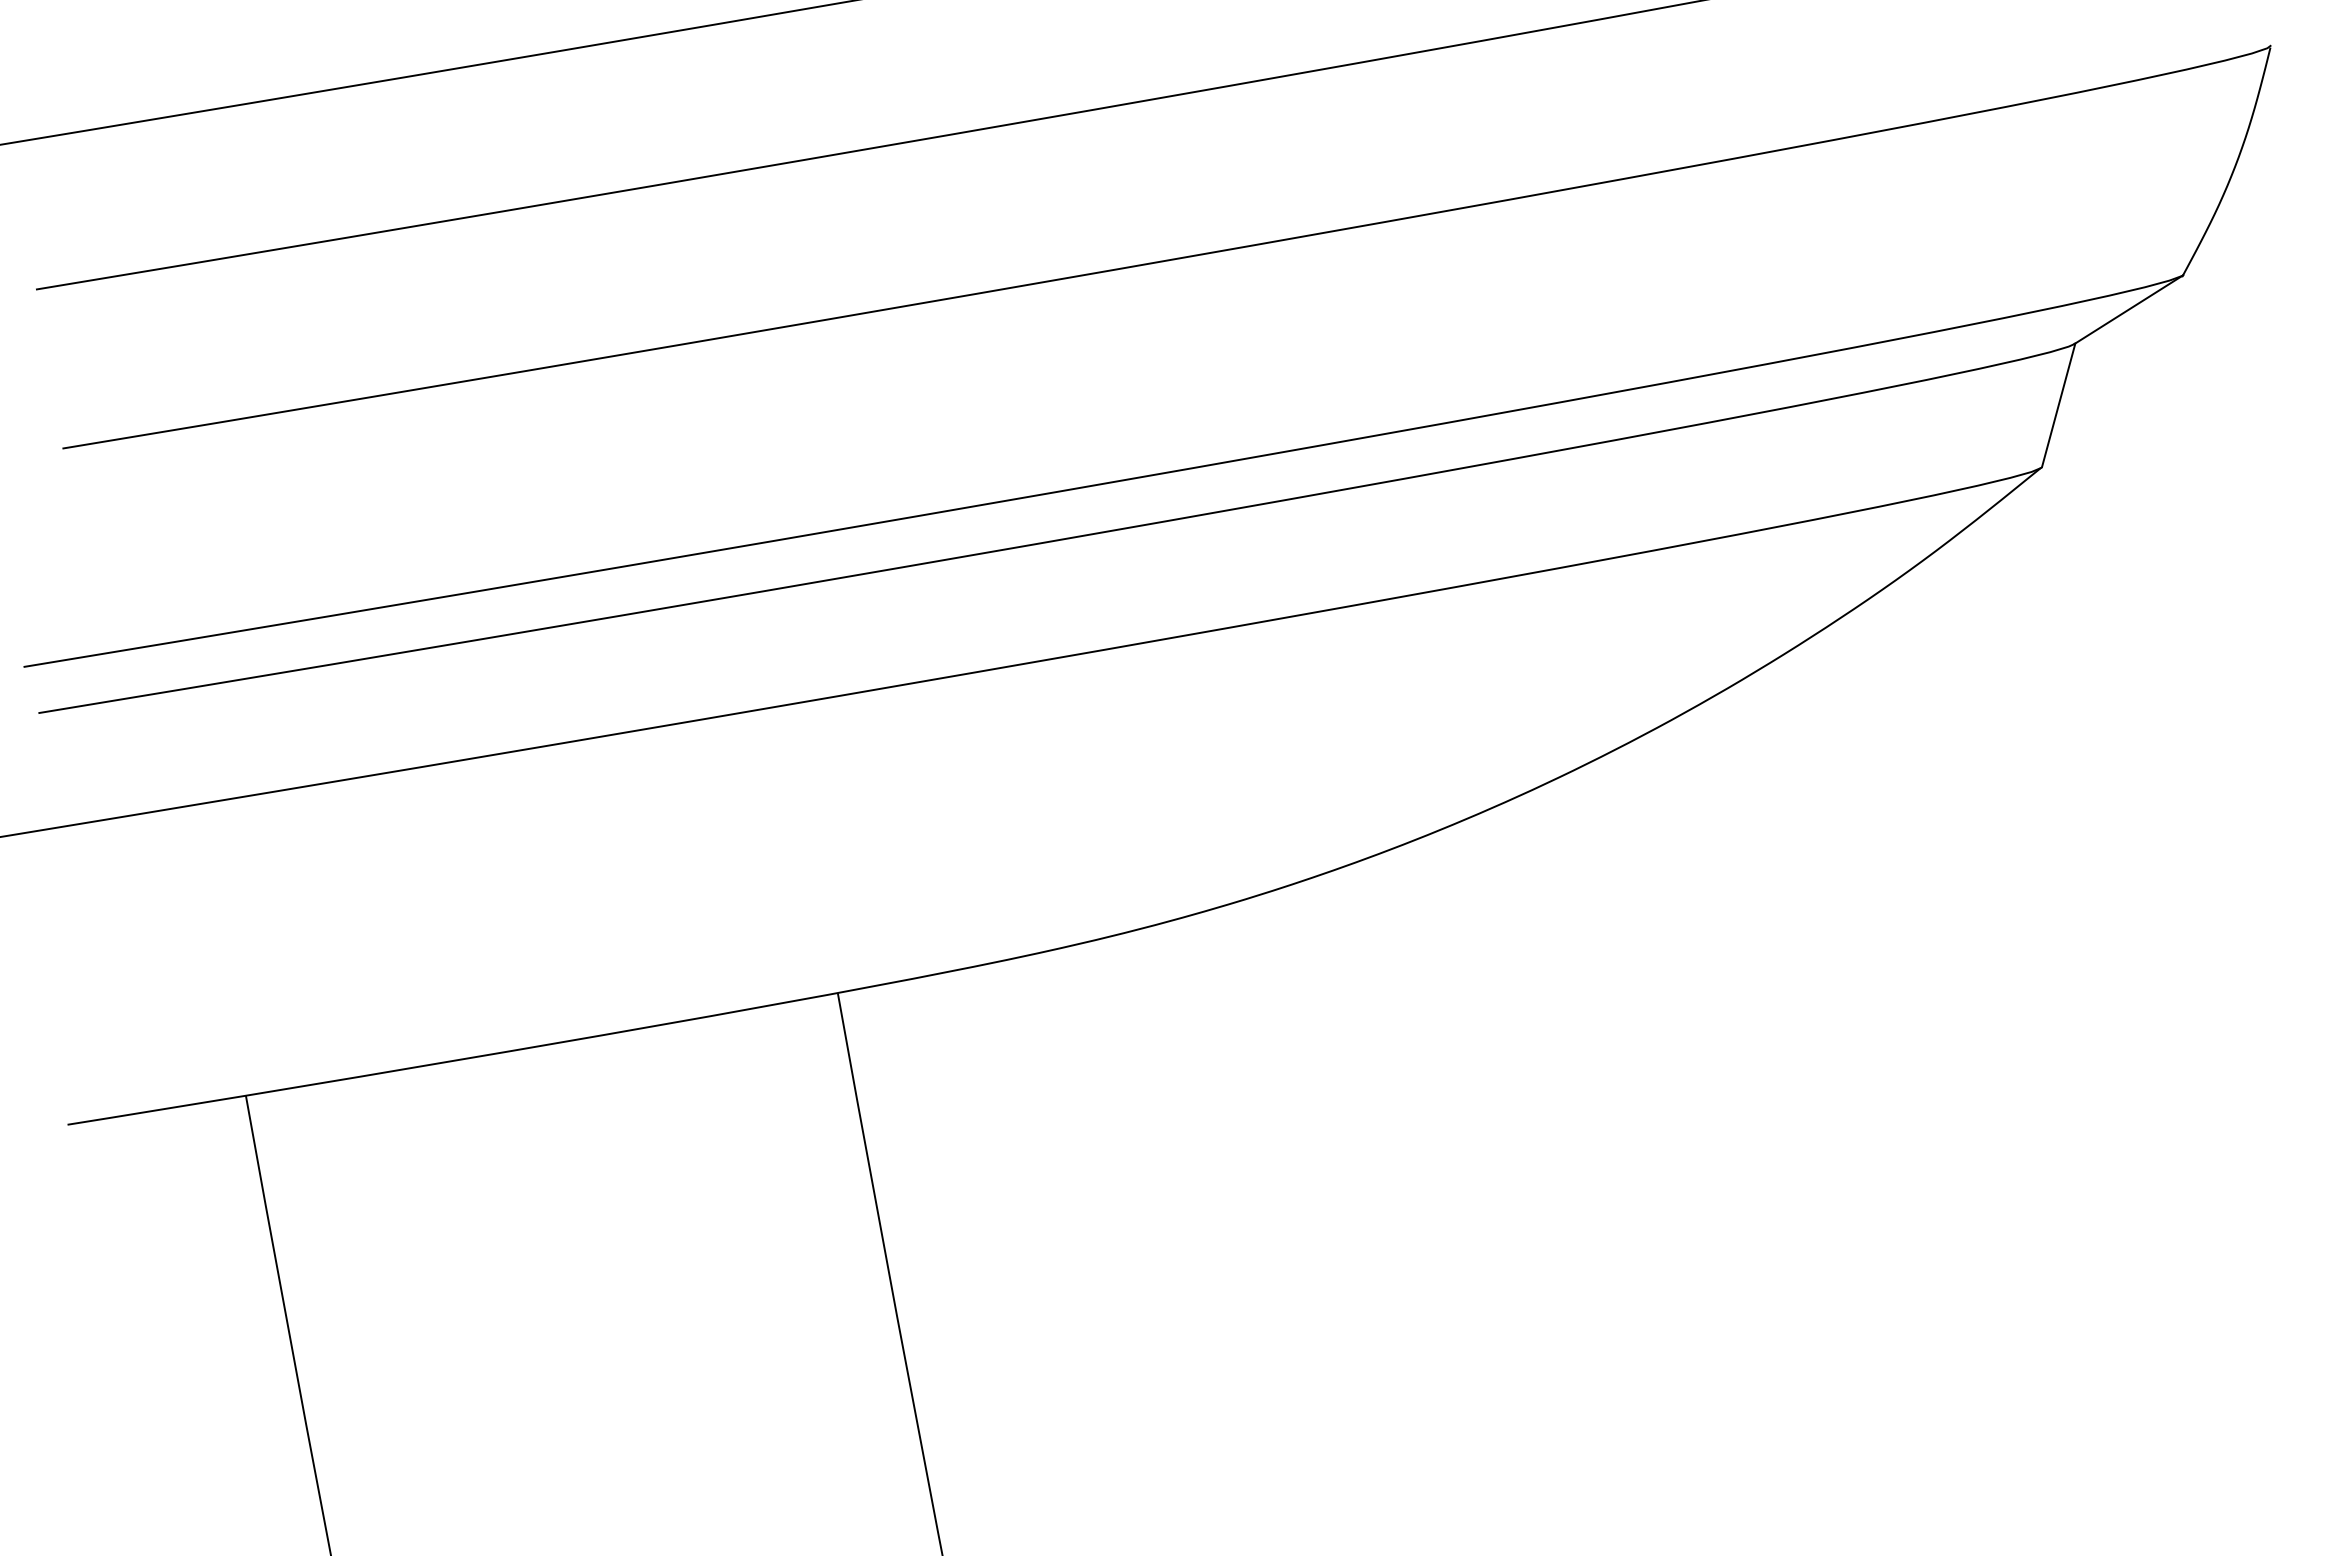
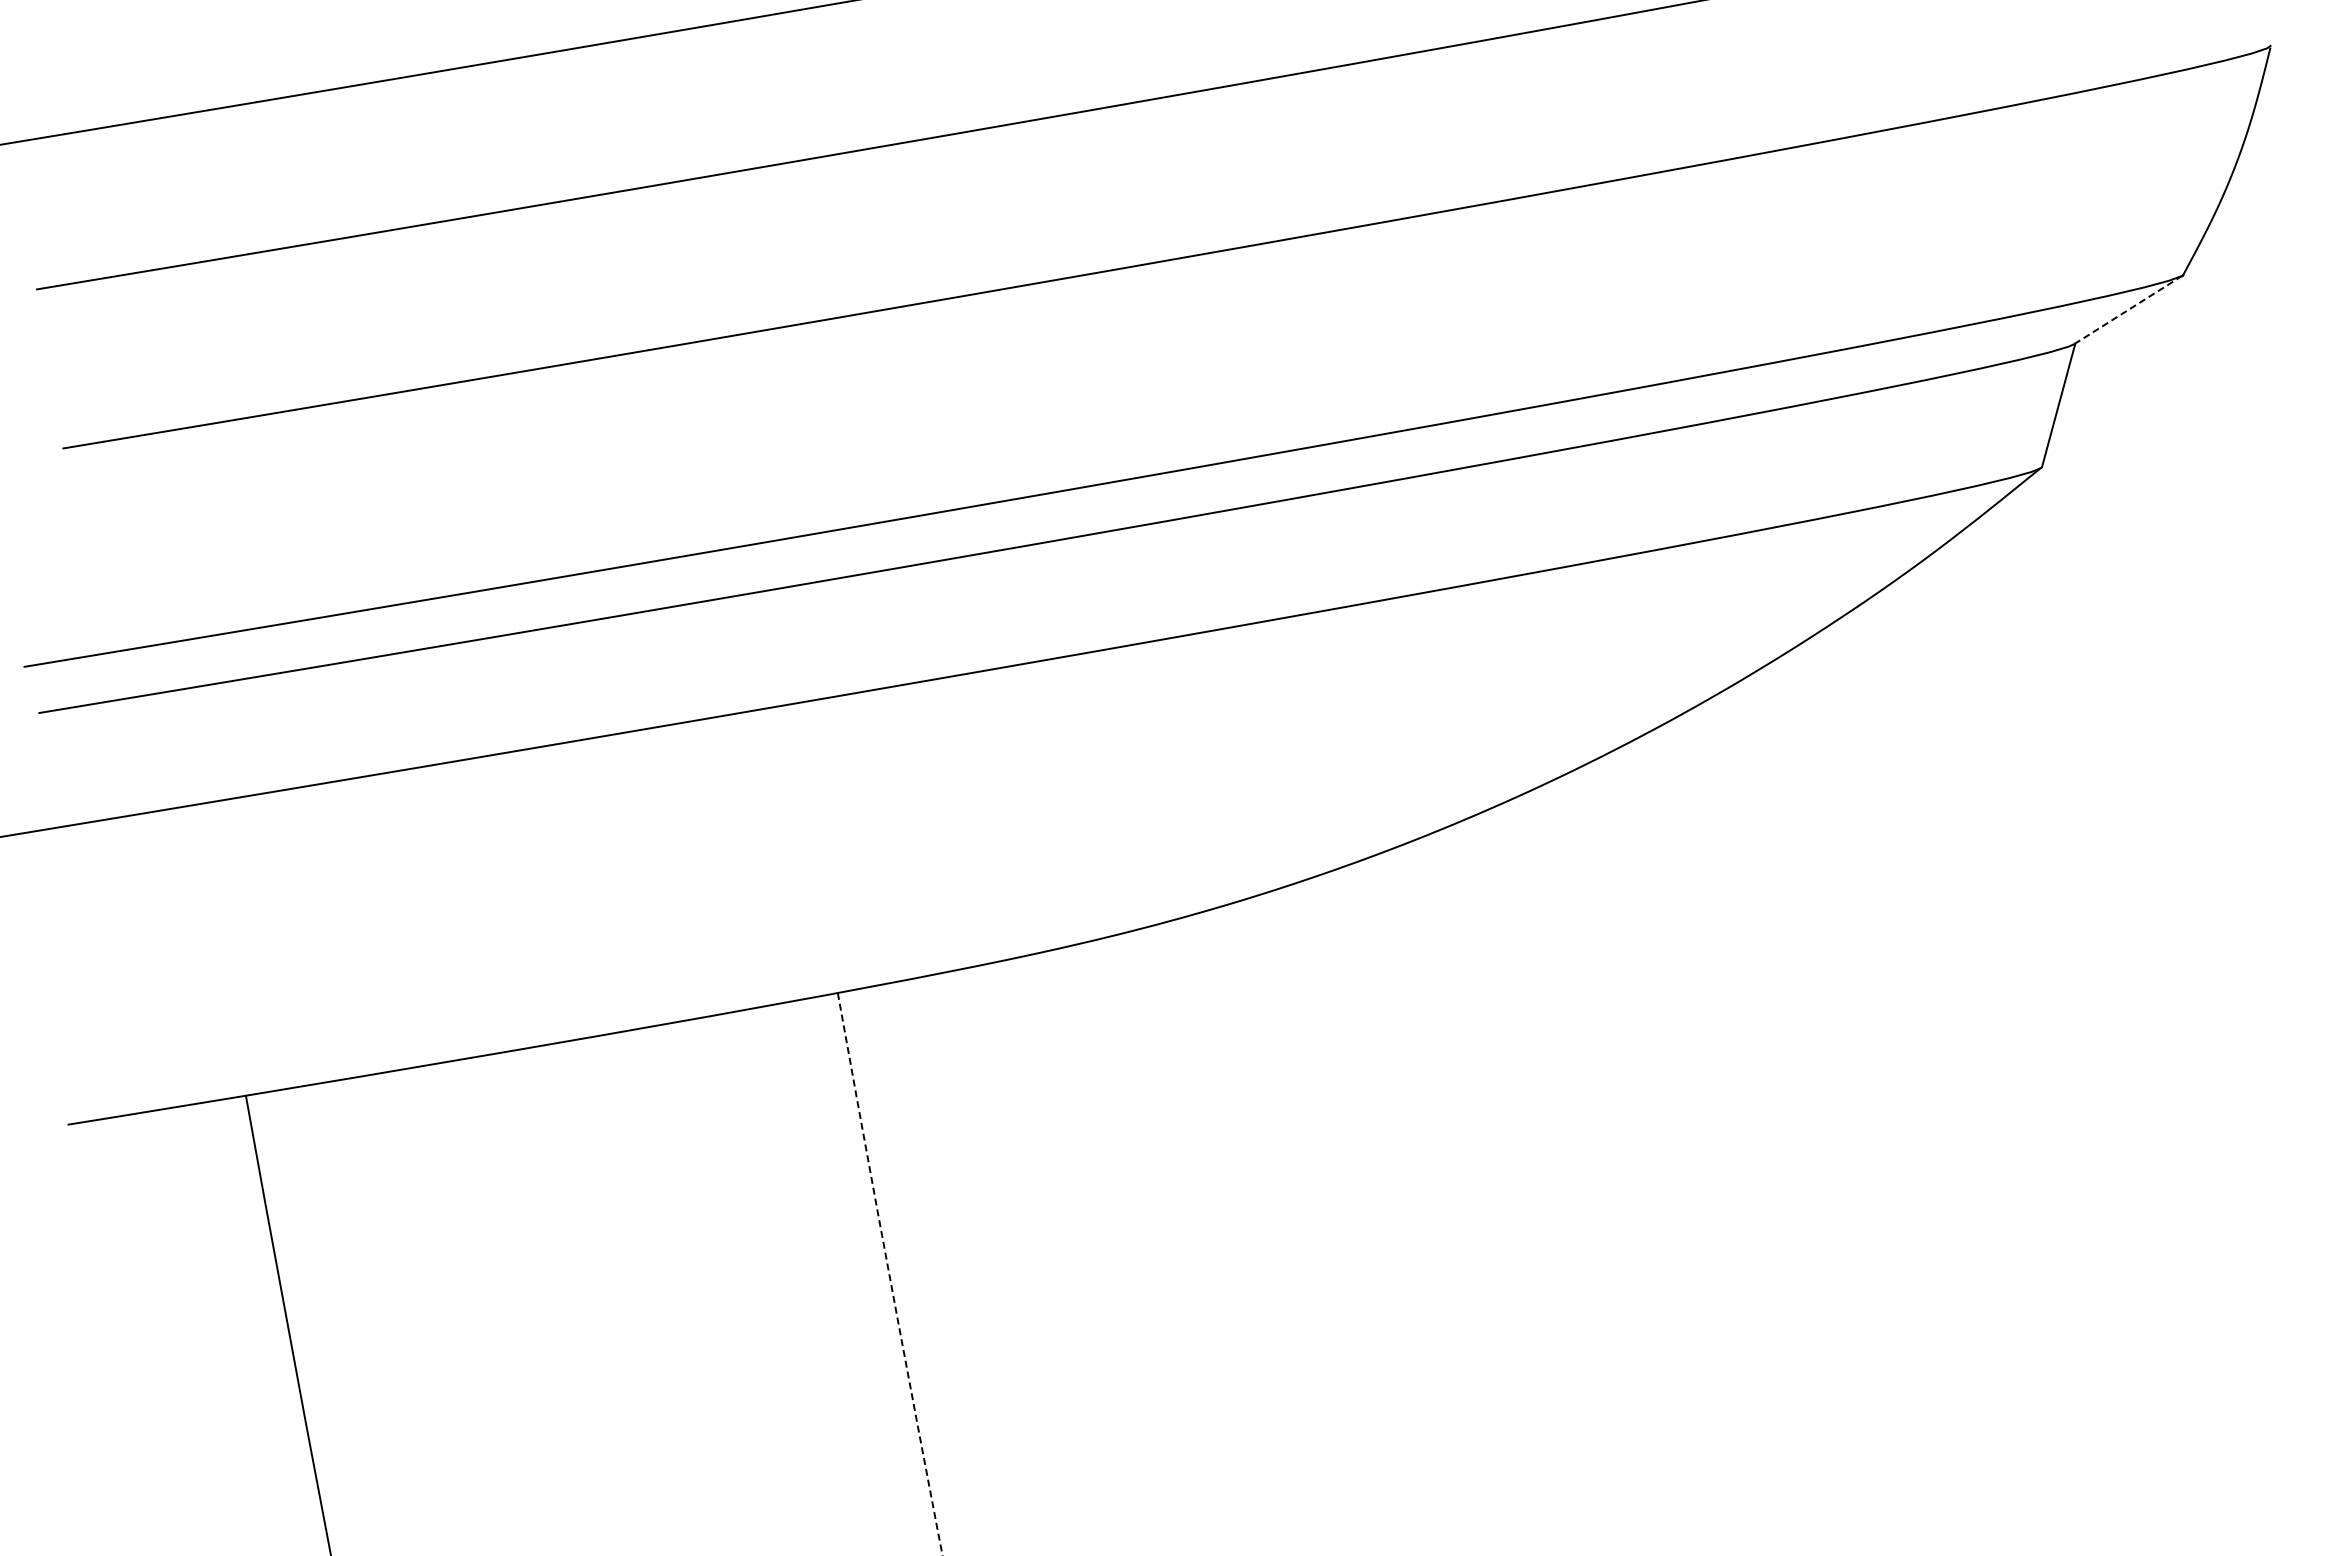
line at (2129, 309): solid -> dashed
arc at (889, 1274): solid -> dashed
